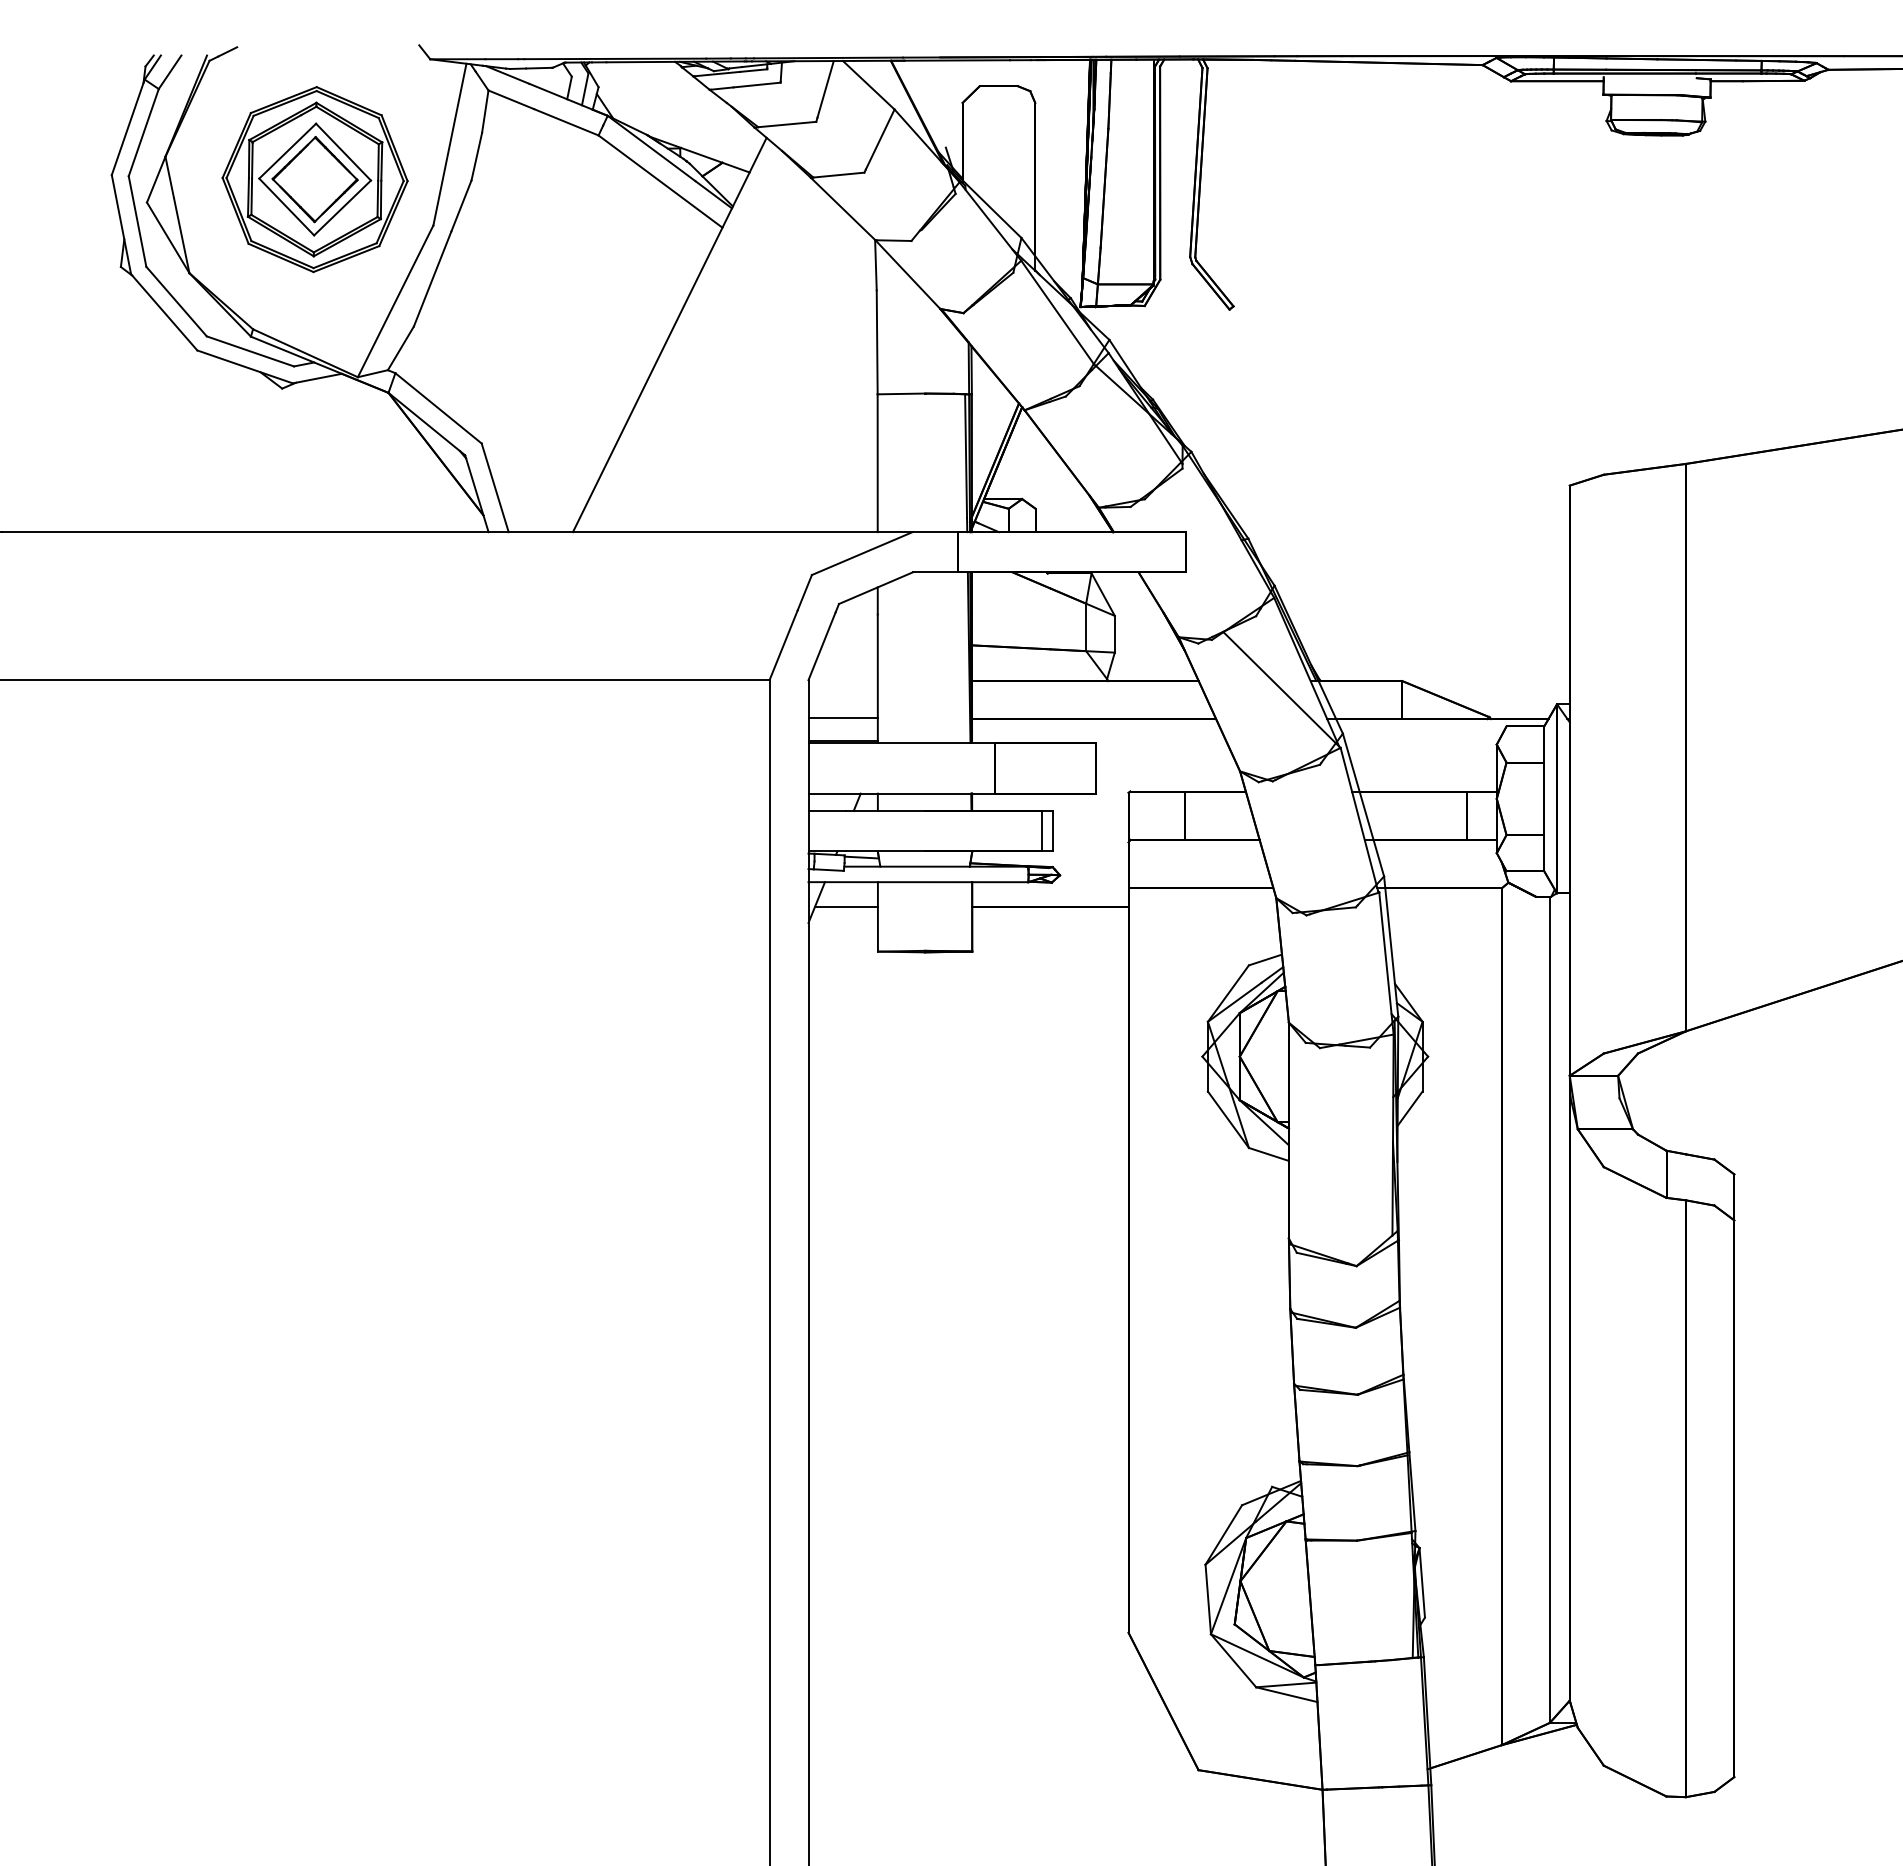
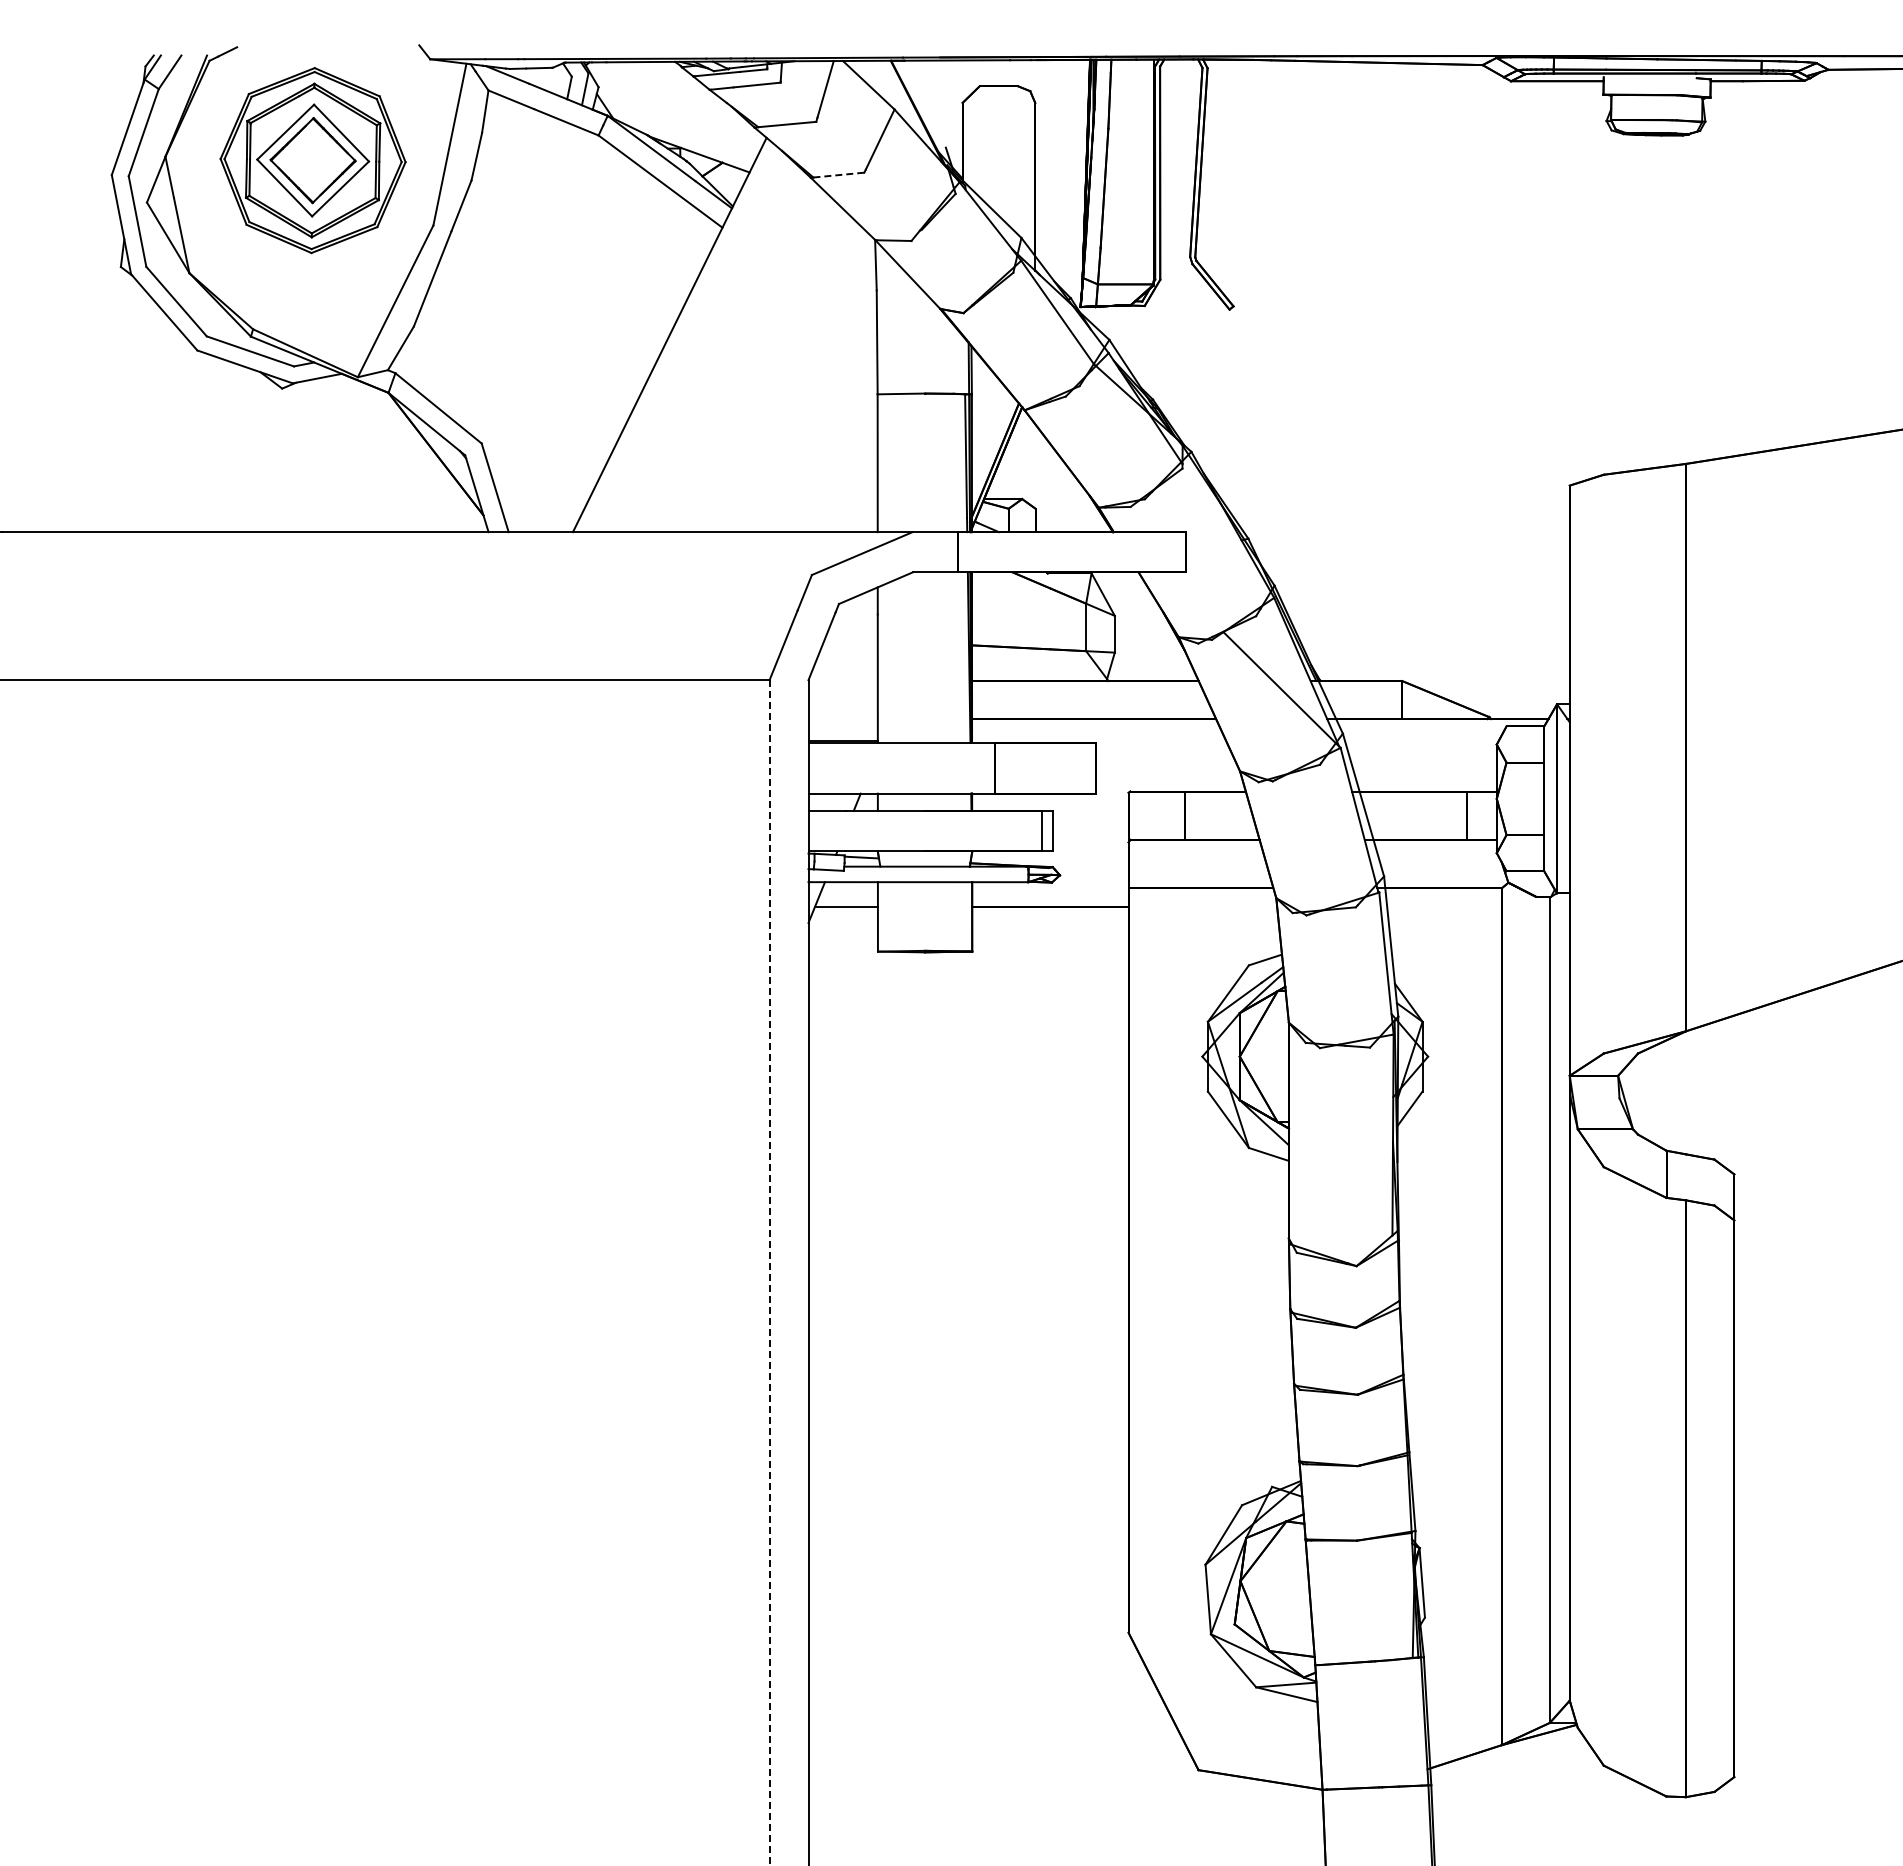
line at (838, 175): solid -> dashed
part at (314, 179) position: (314, 179) -> (312, 160)
line at (842, 717): present -> none
line at (769, 1273): solid -> dashed
